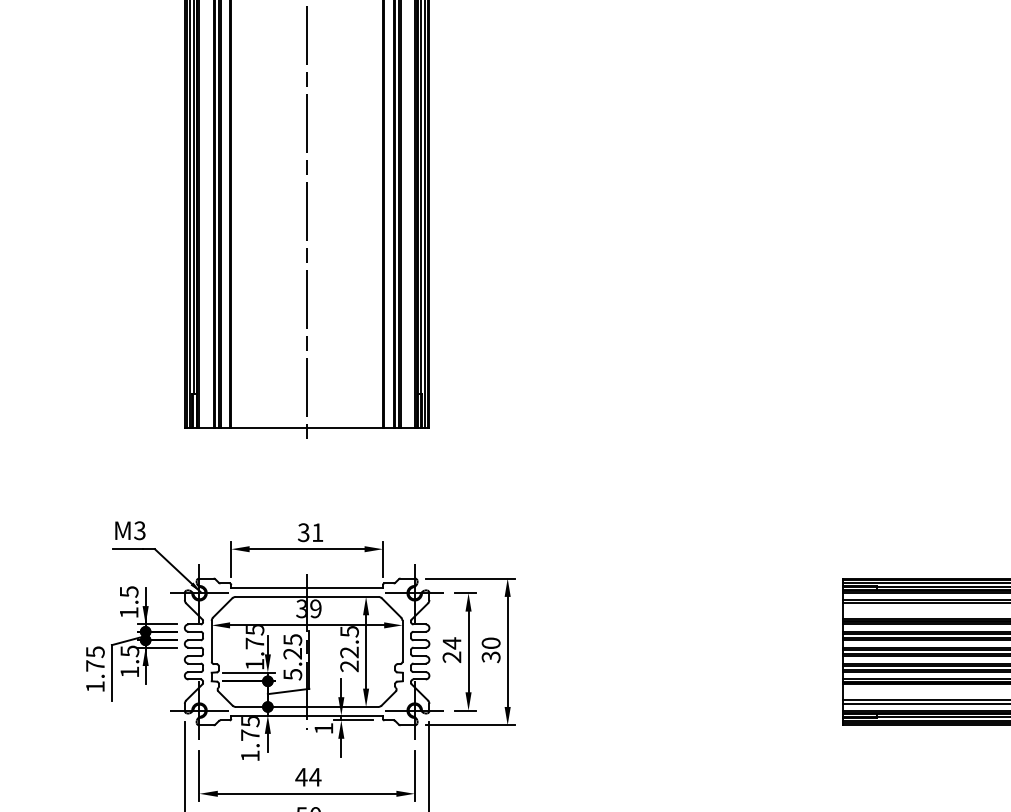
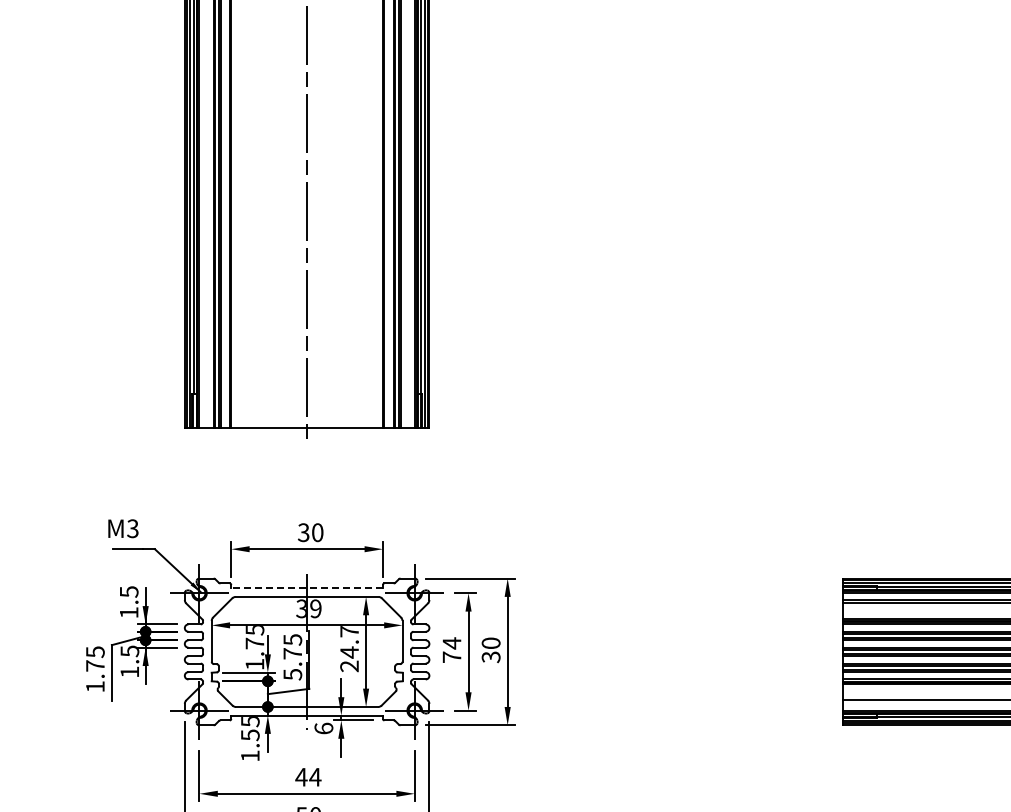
text at (130, 530) position: (130, 530) -> (123, 528)
text at (317, 532): 31 -> 30
line at (307, 588): solid -> dashed
text at (349, 642): 22.5 -> 24.7
text at (292, 653): 5.25 -> 5.75
text at (451, 657): 24 -> 74
line at (925, 703): present -> none
text at (323, 728): 1 -> 6
text at (250, 735): 1.75 -> 1.55
